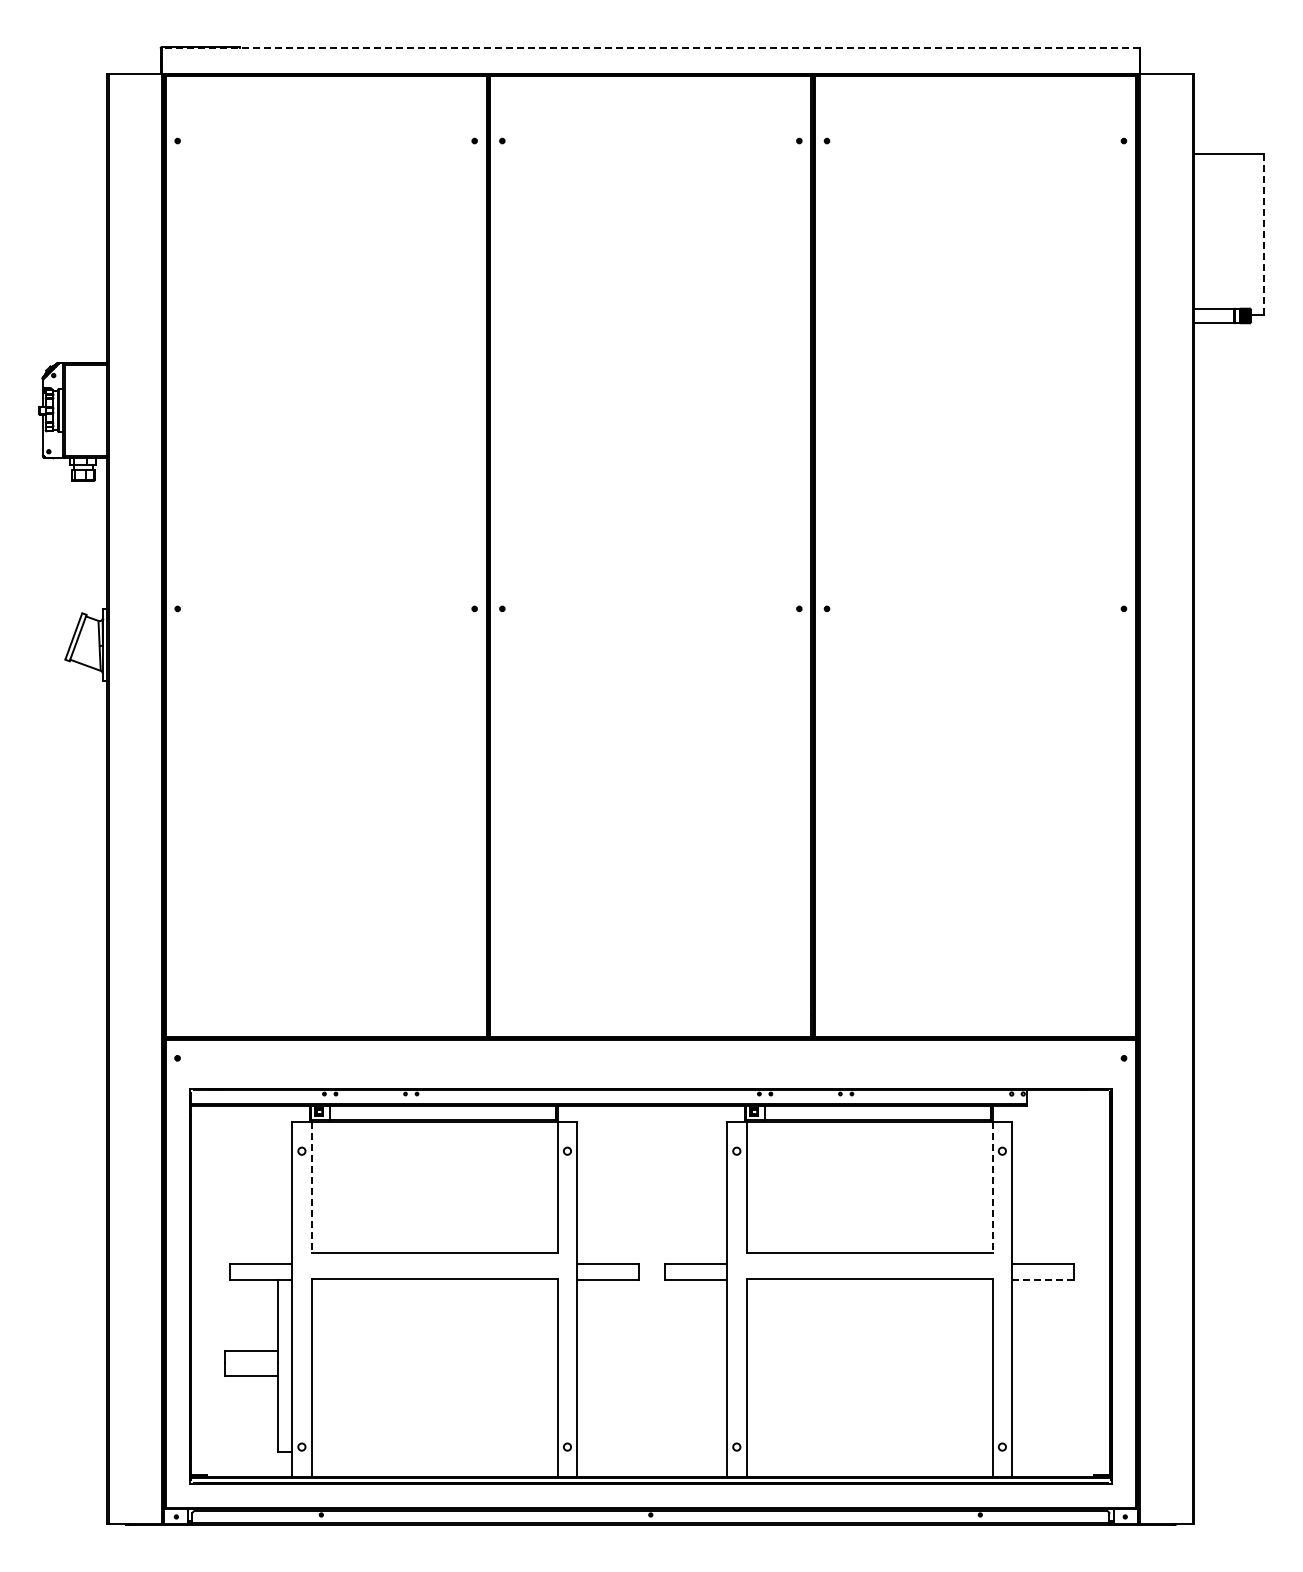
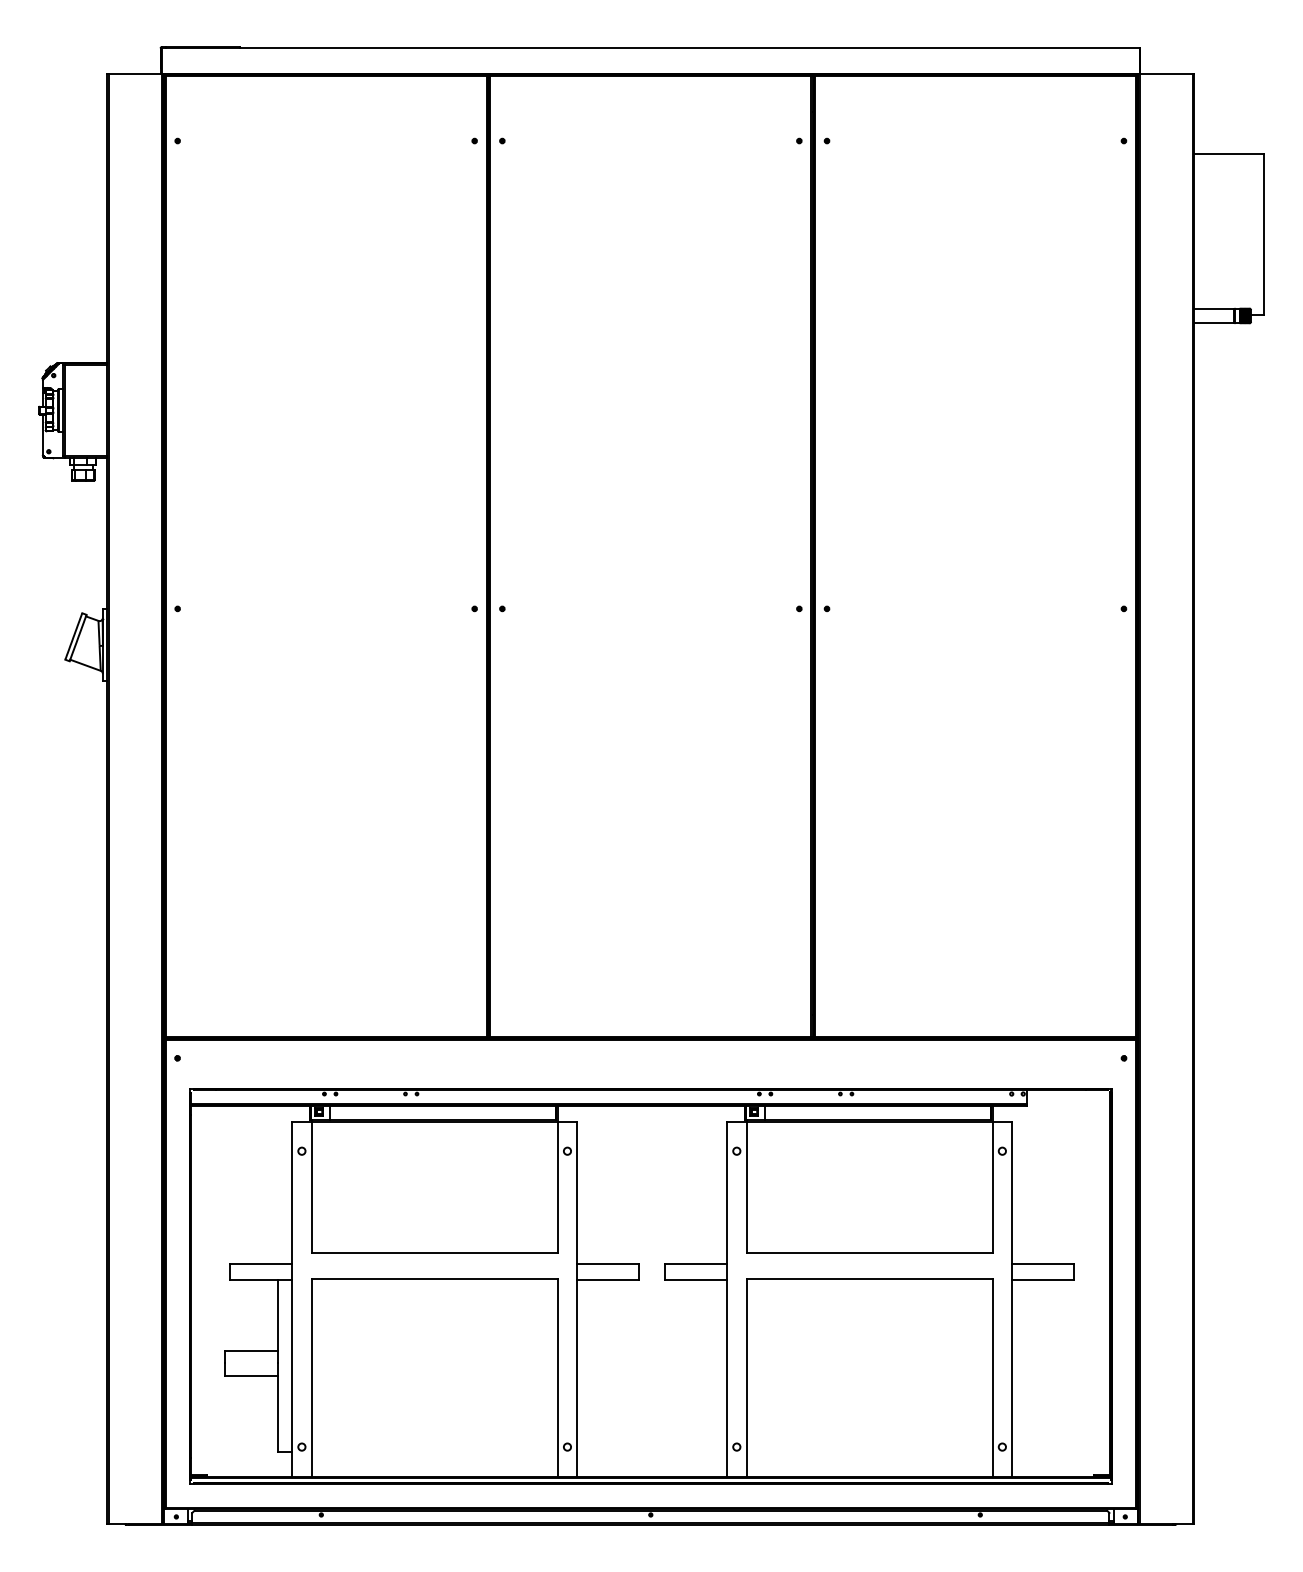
line at (650, 47): dashed -> solid
line at (1263, 234): dashed -> solid
line at (311, 1187): dashed -> solid
line at (992, 1187): dashed -> solid
line at (1043, 1280): dashed -> solid
